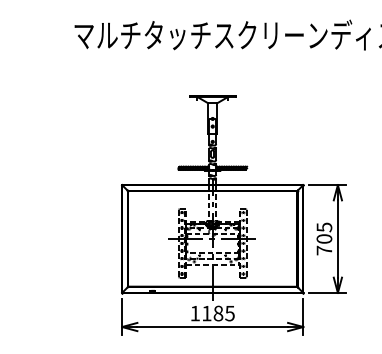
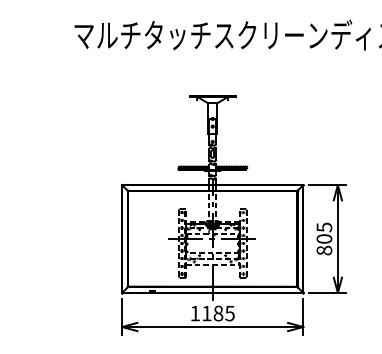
text at (324, 250): 705 -> 805
